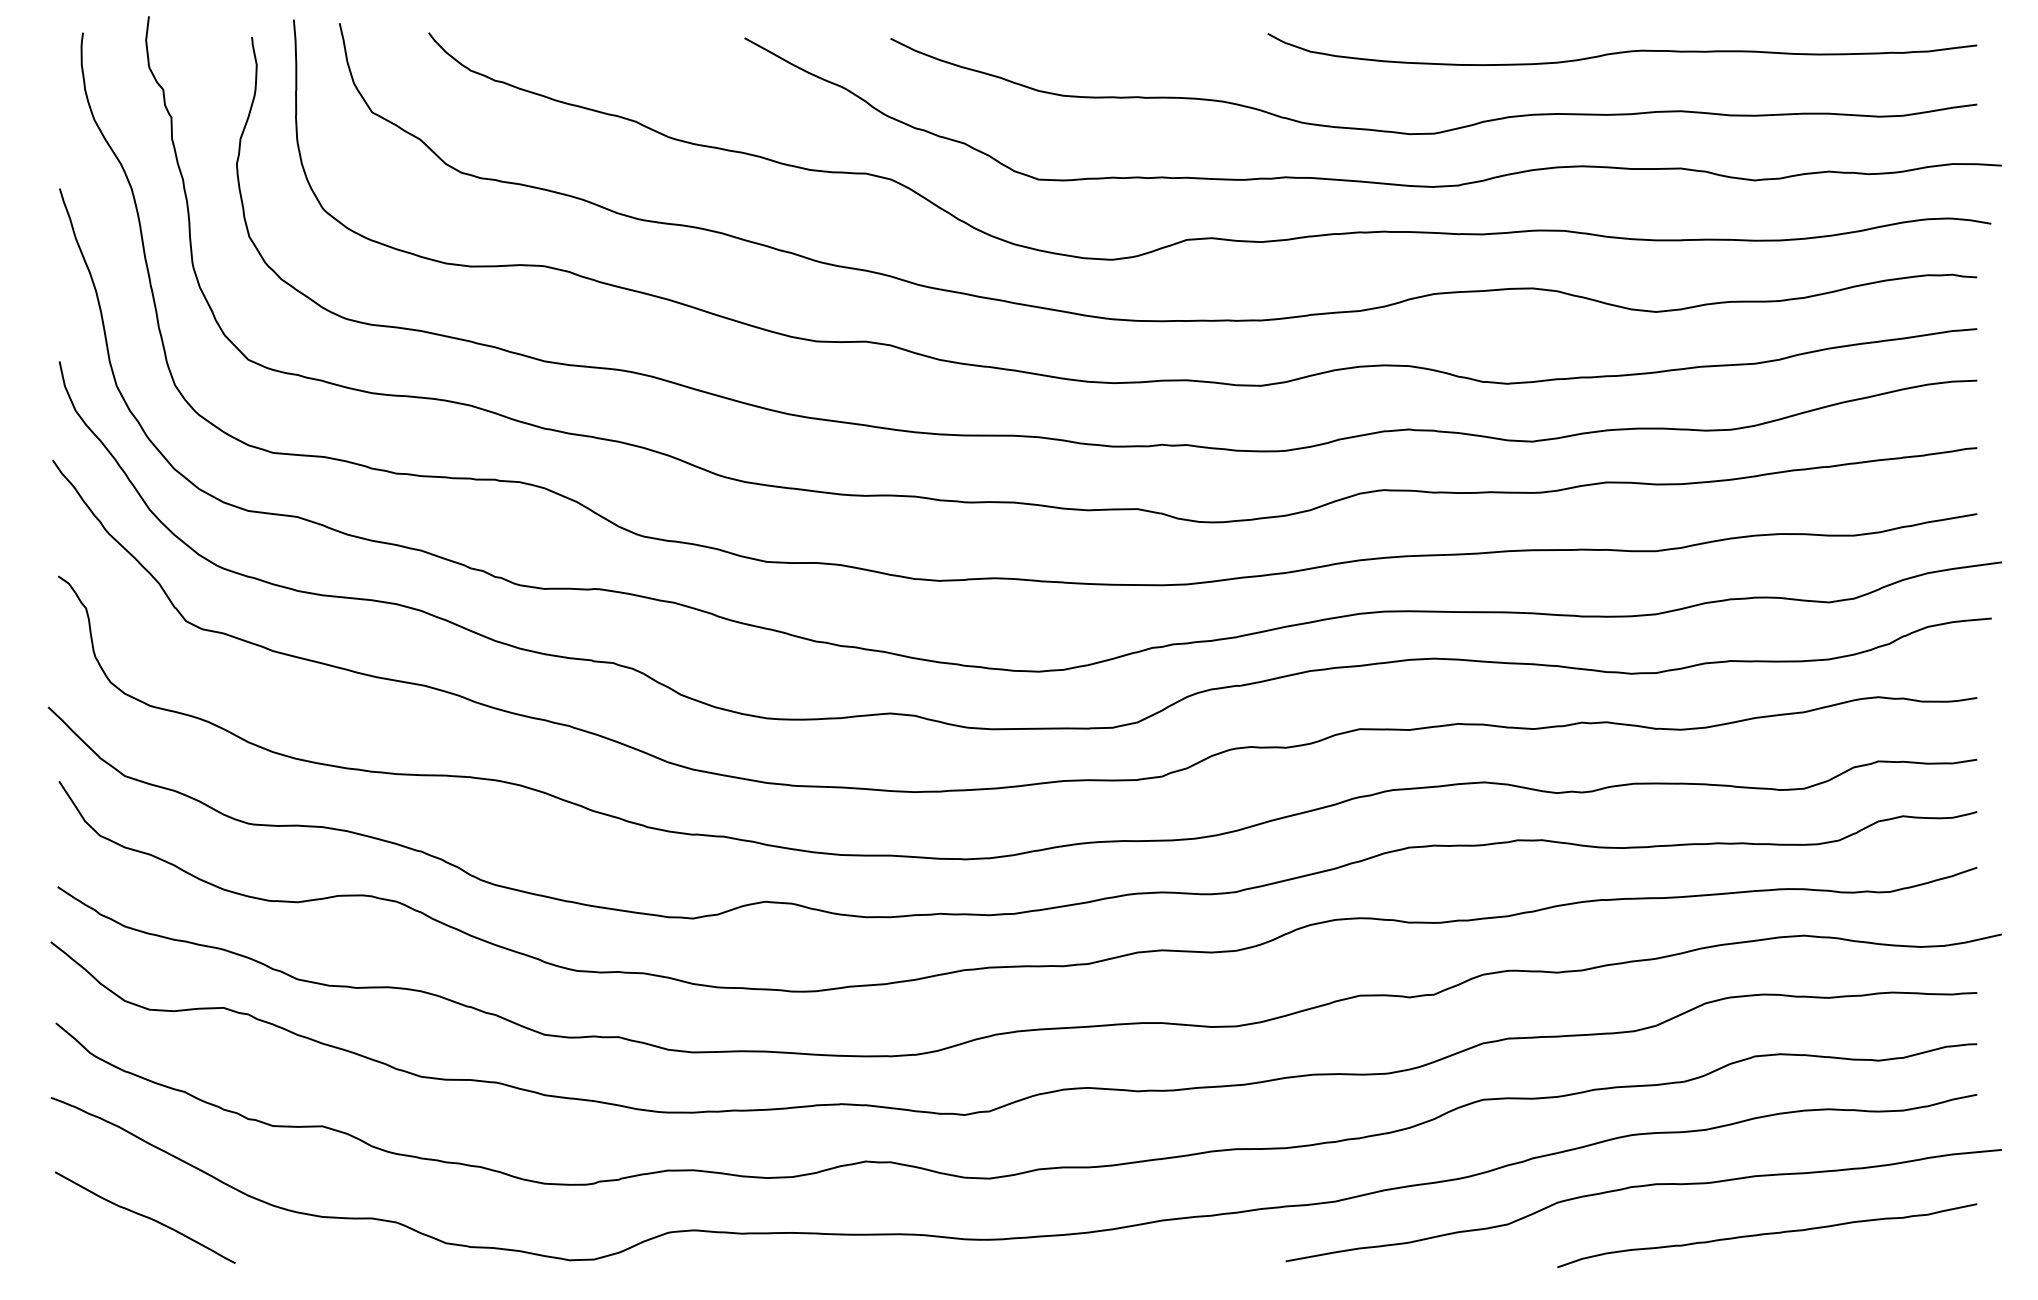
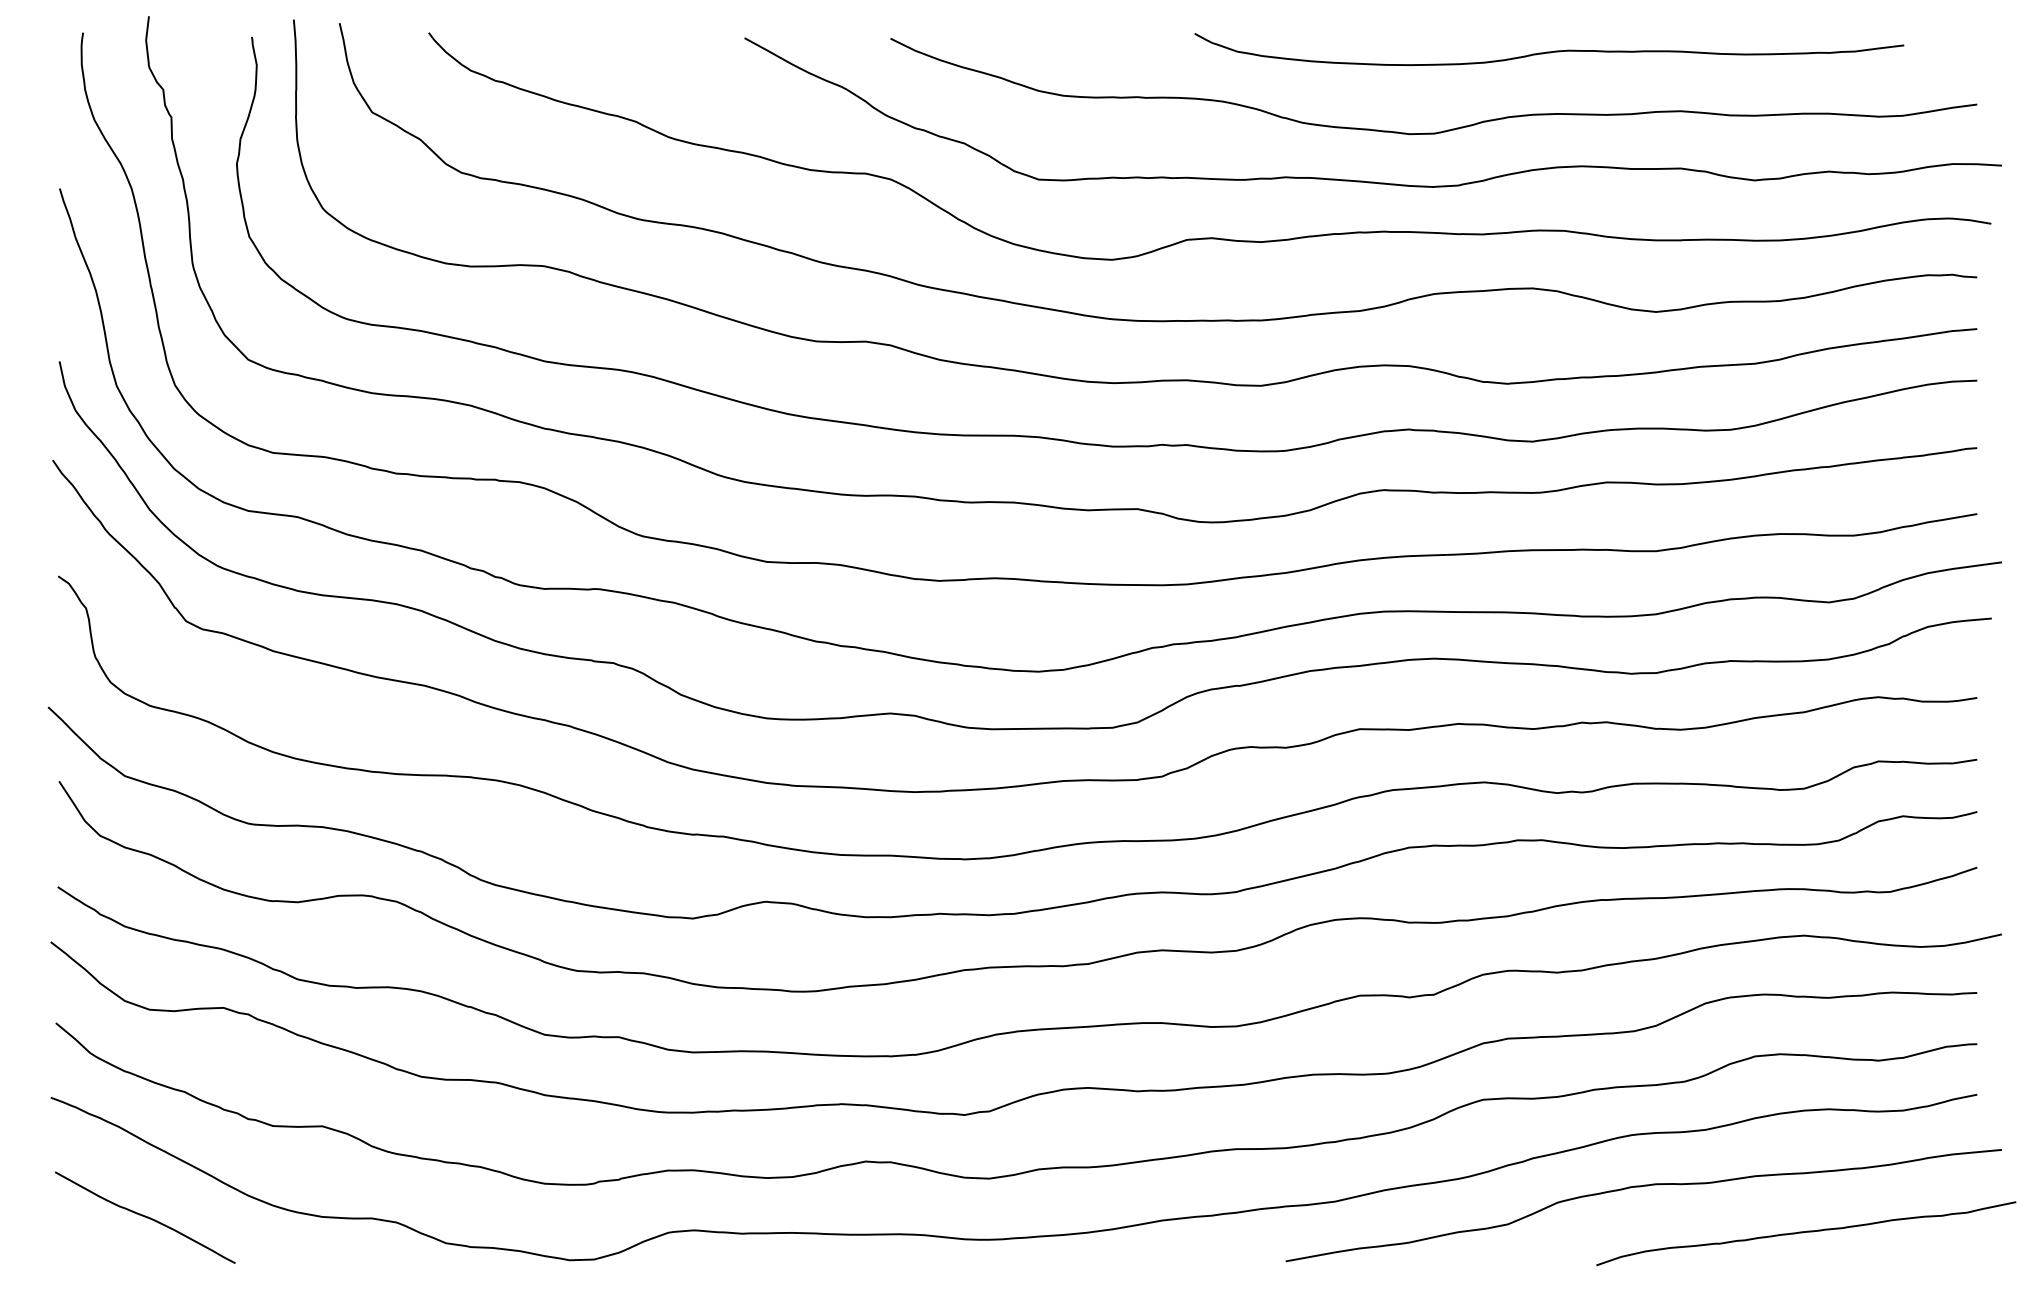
curve at (1622, 51) position: (1622, 51) -> (1549, 51)
curve at (1767, 1234) position: (1767, 1234) -> (1806, 1232)
